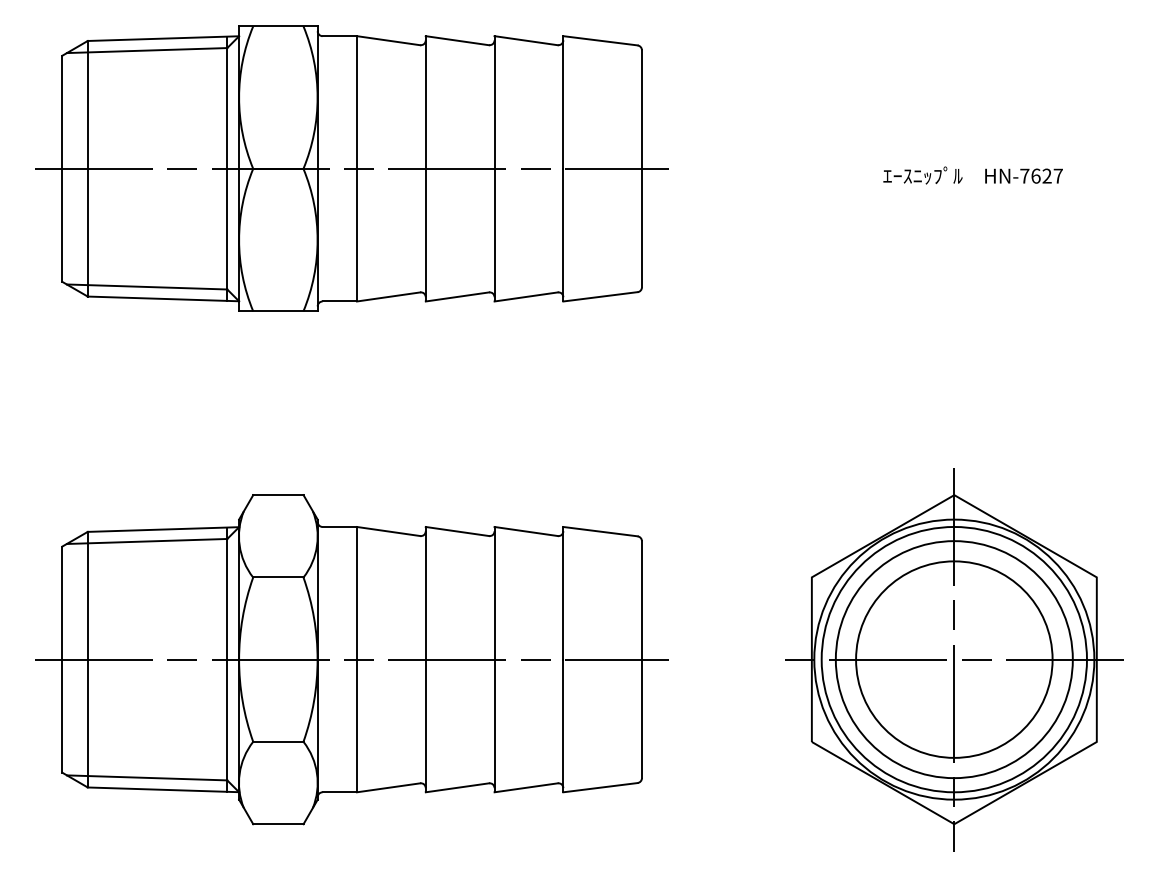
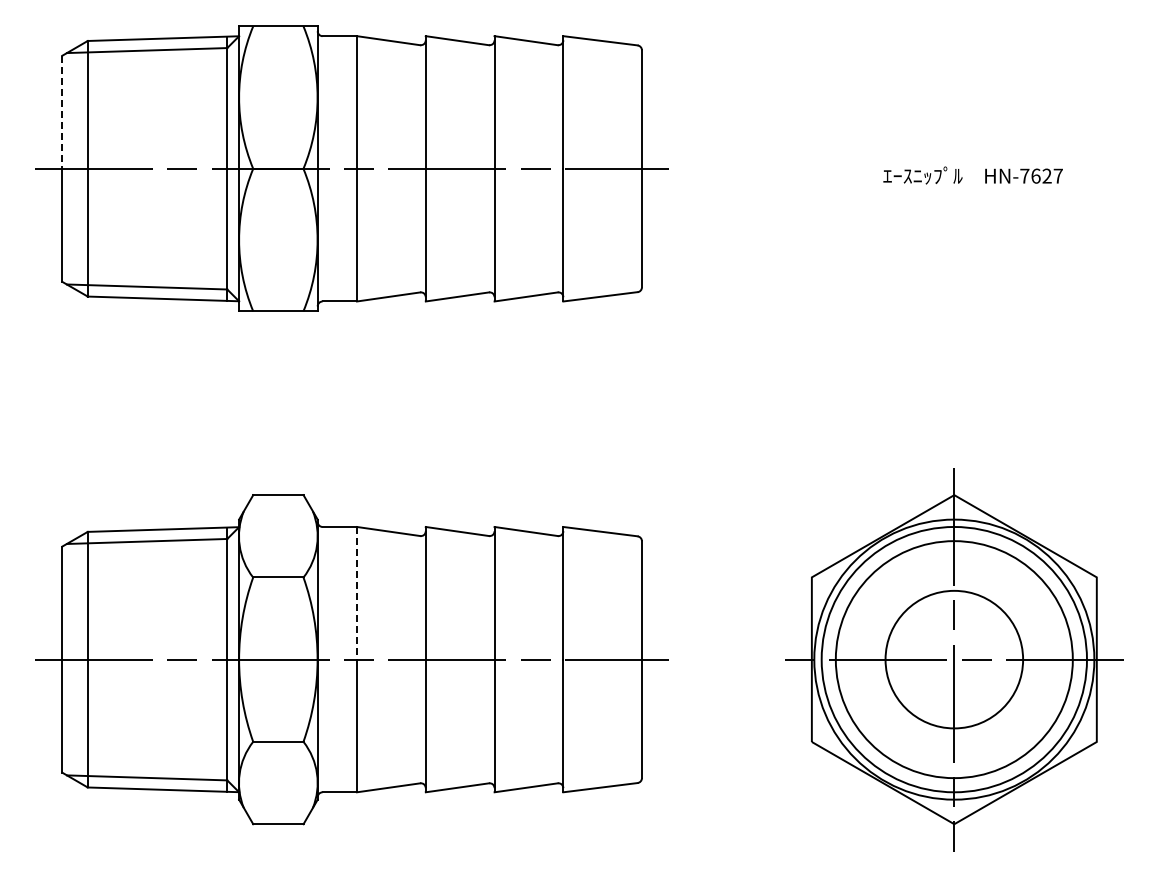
line at (62, 112): solid -> dashed
line at (357, 593): solid -> dashed
circle at (954, 659) diameter: 197 px -> 138 px
